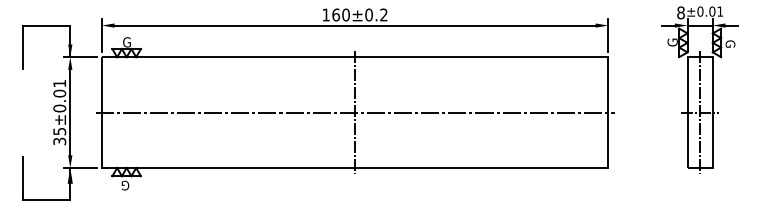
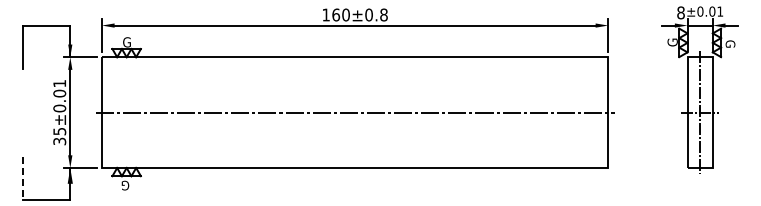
text at (383, 14): 160±0.2 -> 160±0.8
line at (355, 112): present -> none
line at (22, 178): solid -> dashed
